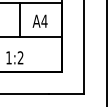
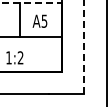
line at (31, 3): solid -> dashed
text at (44, 20): A4 -> A5
line at (84, 47): solid -> dashed
